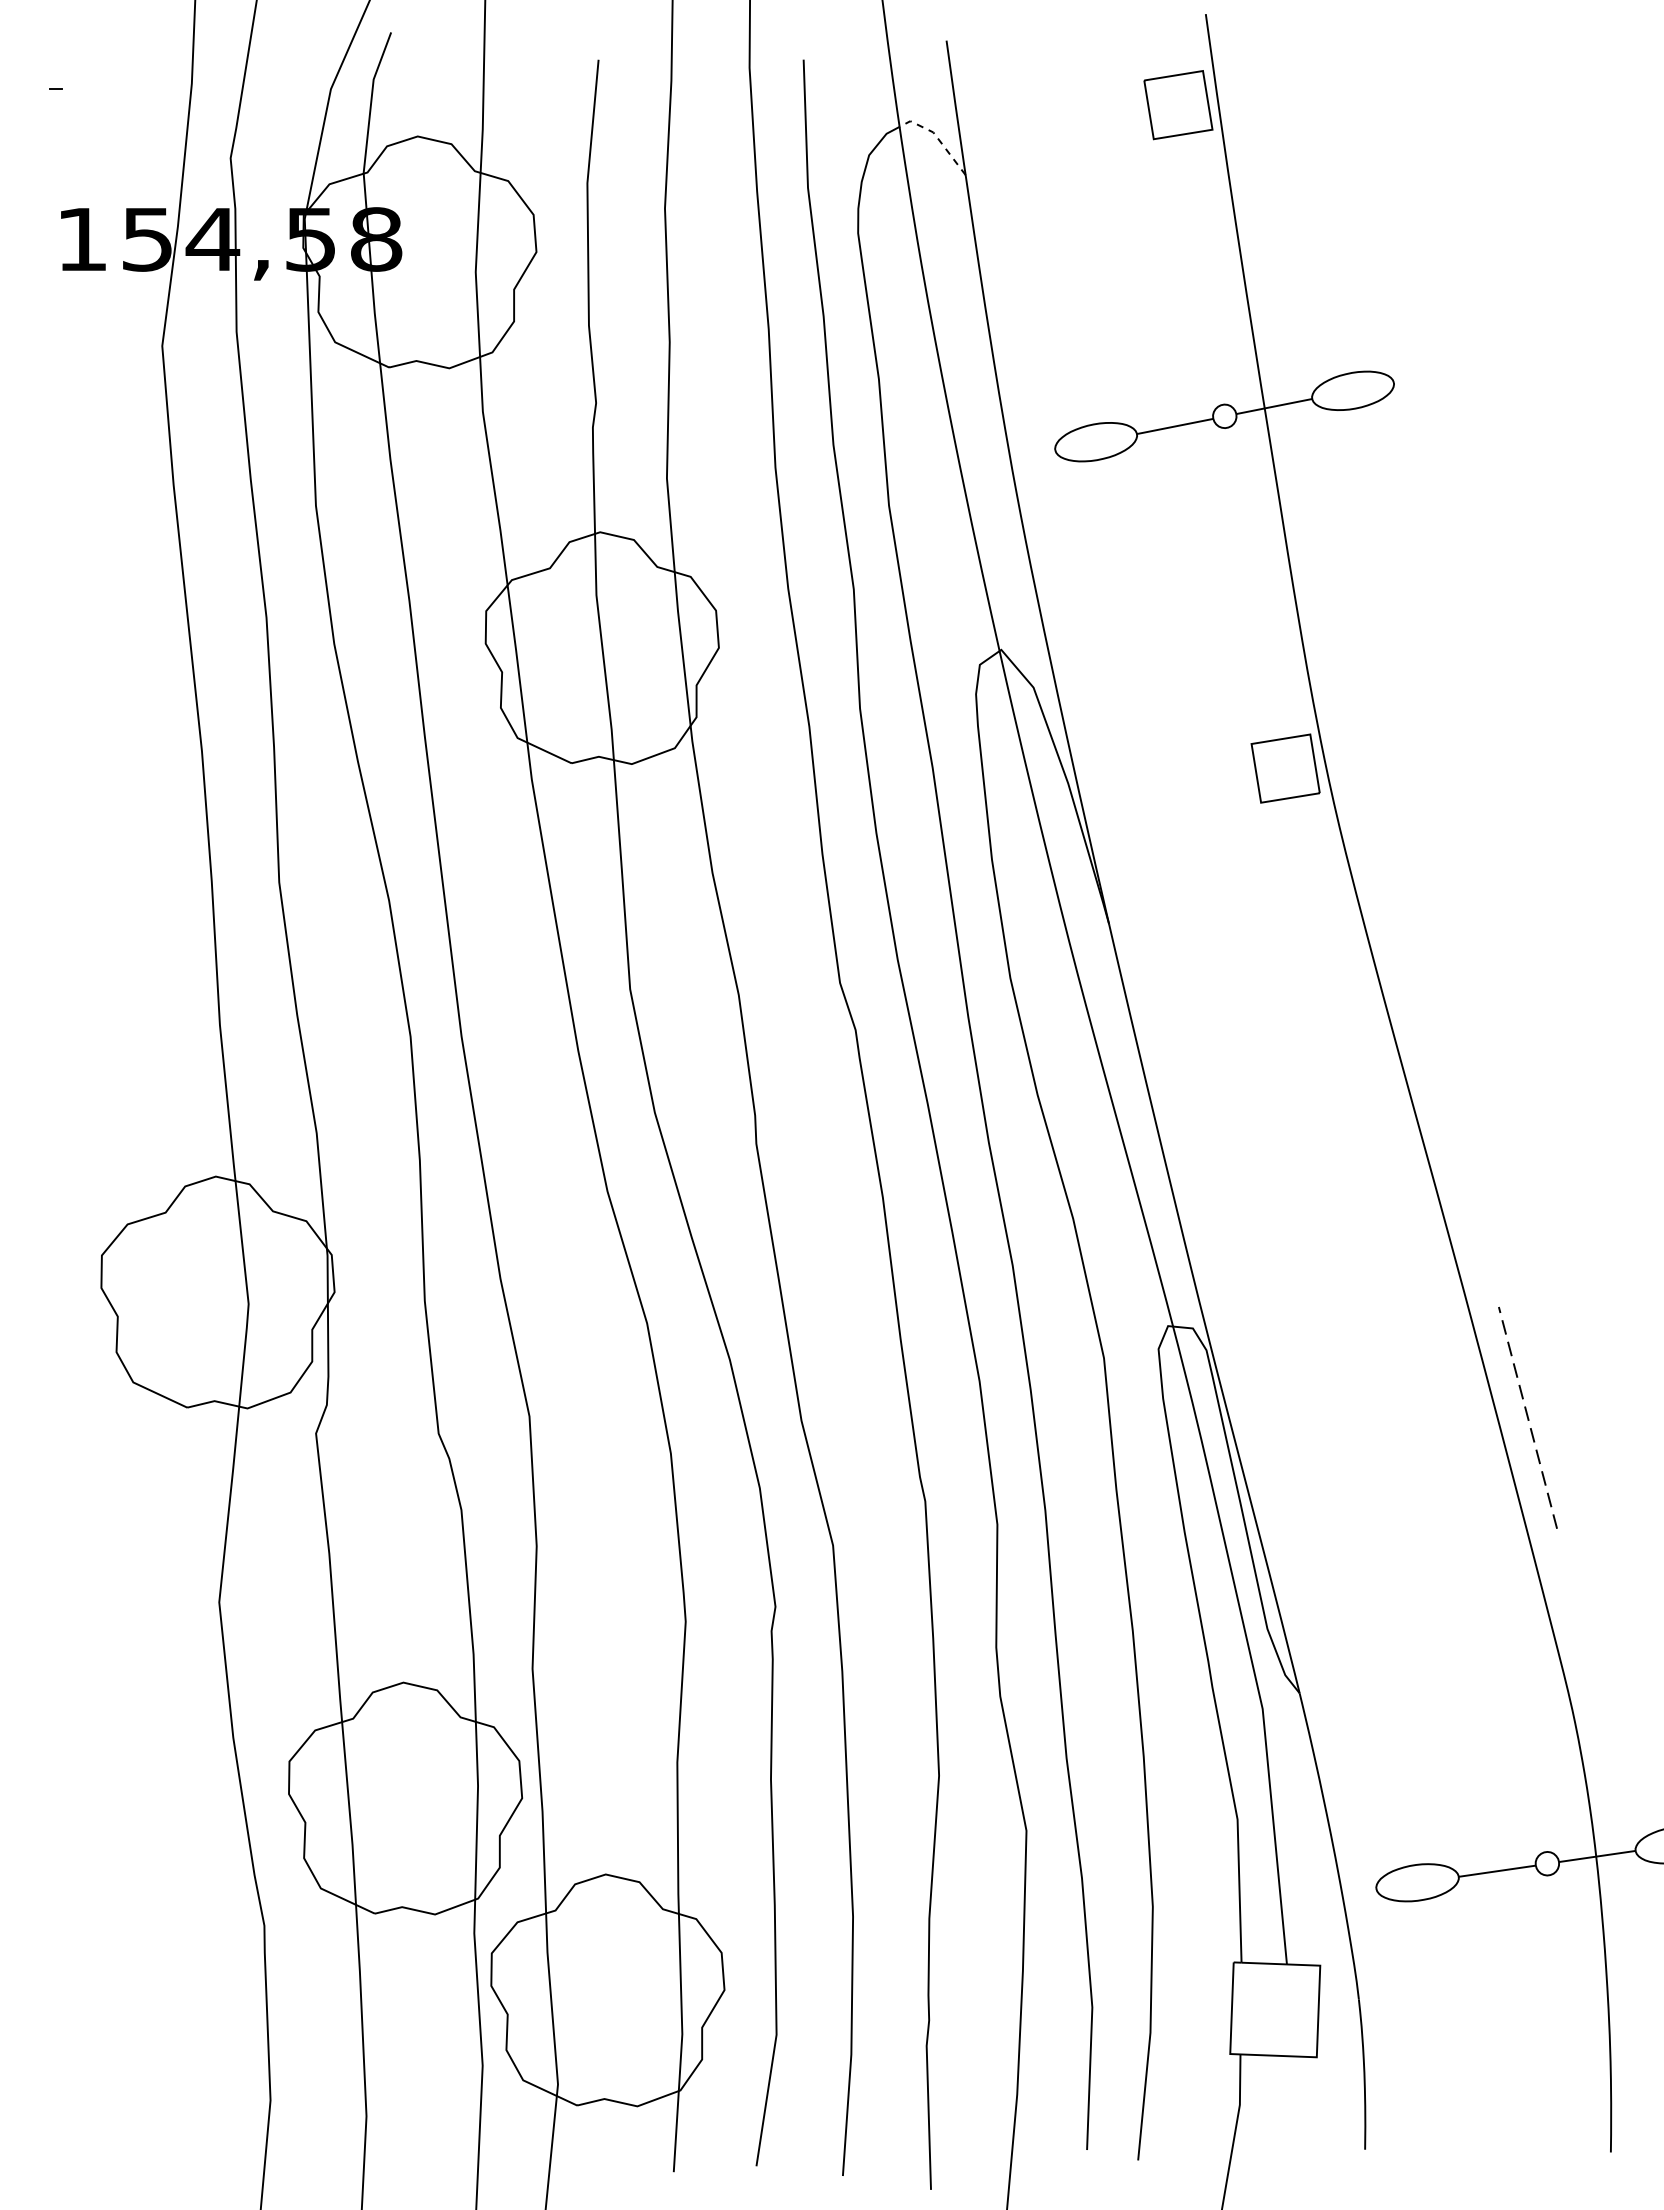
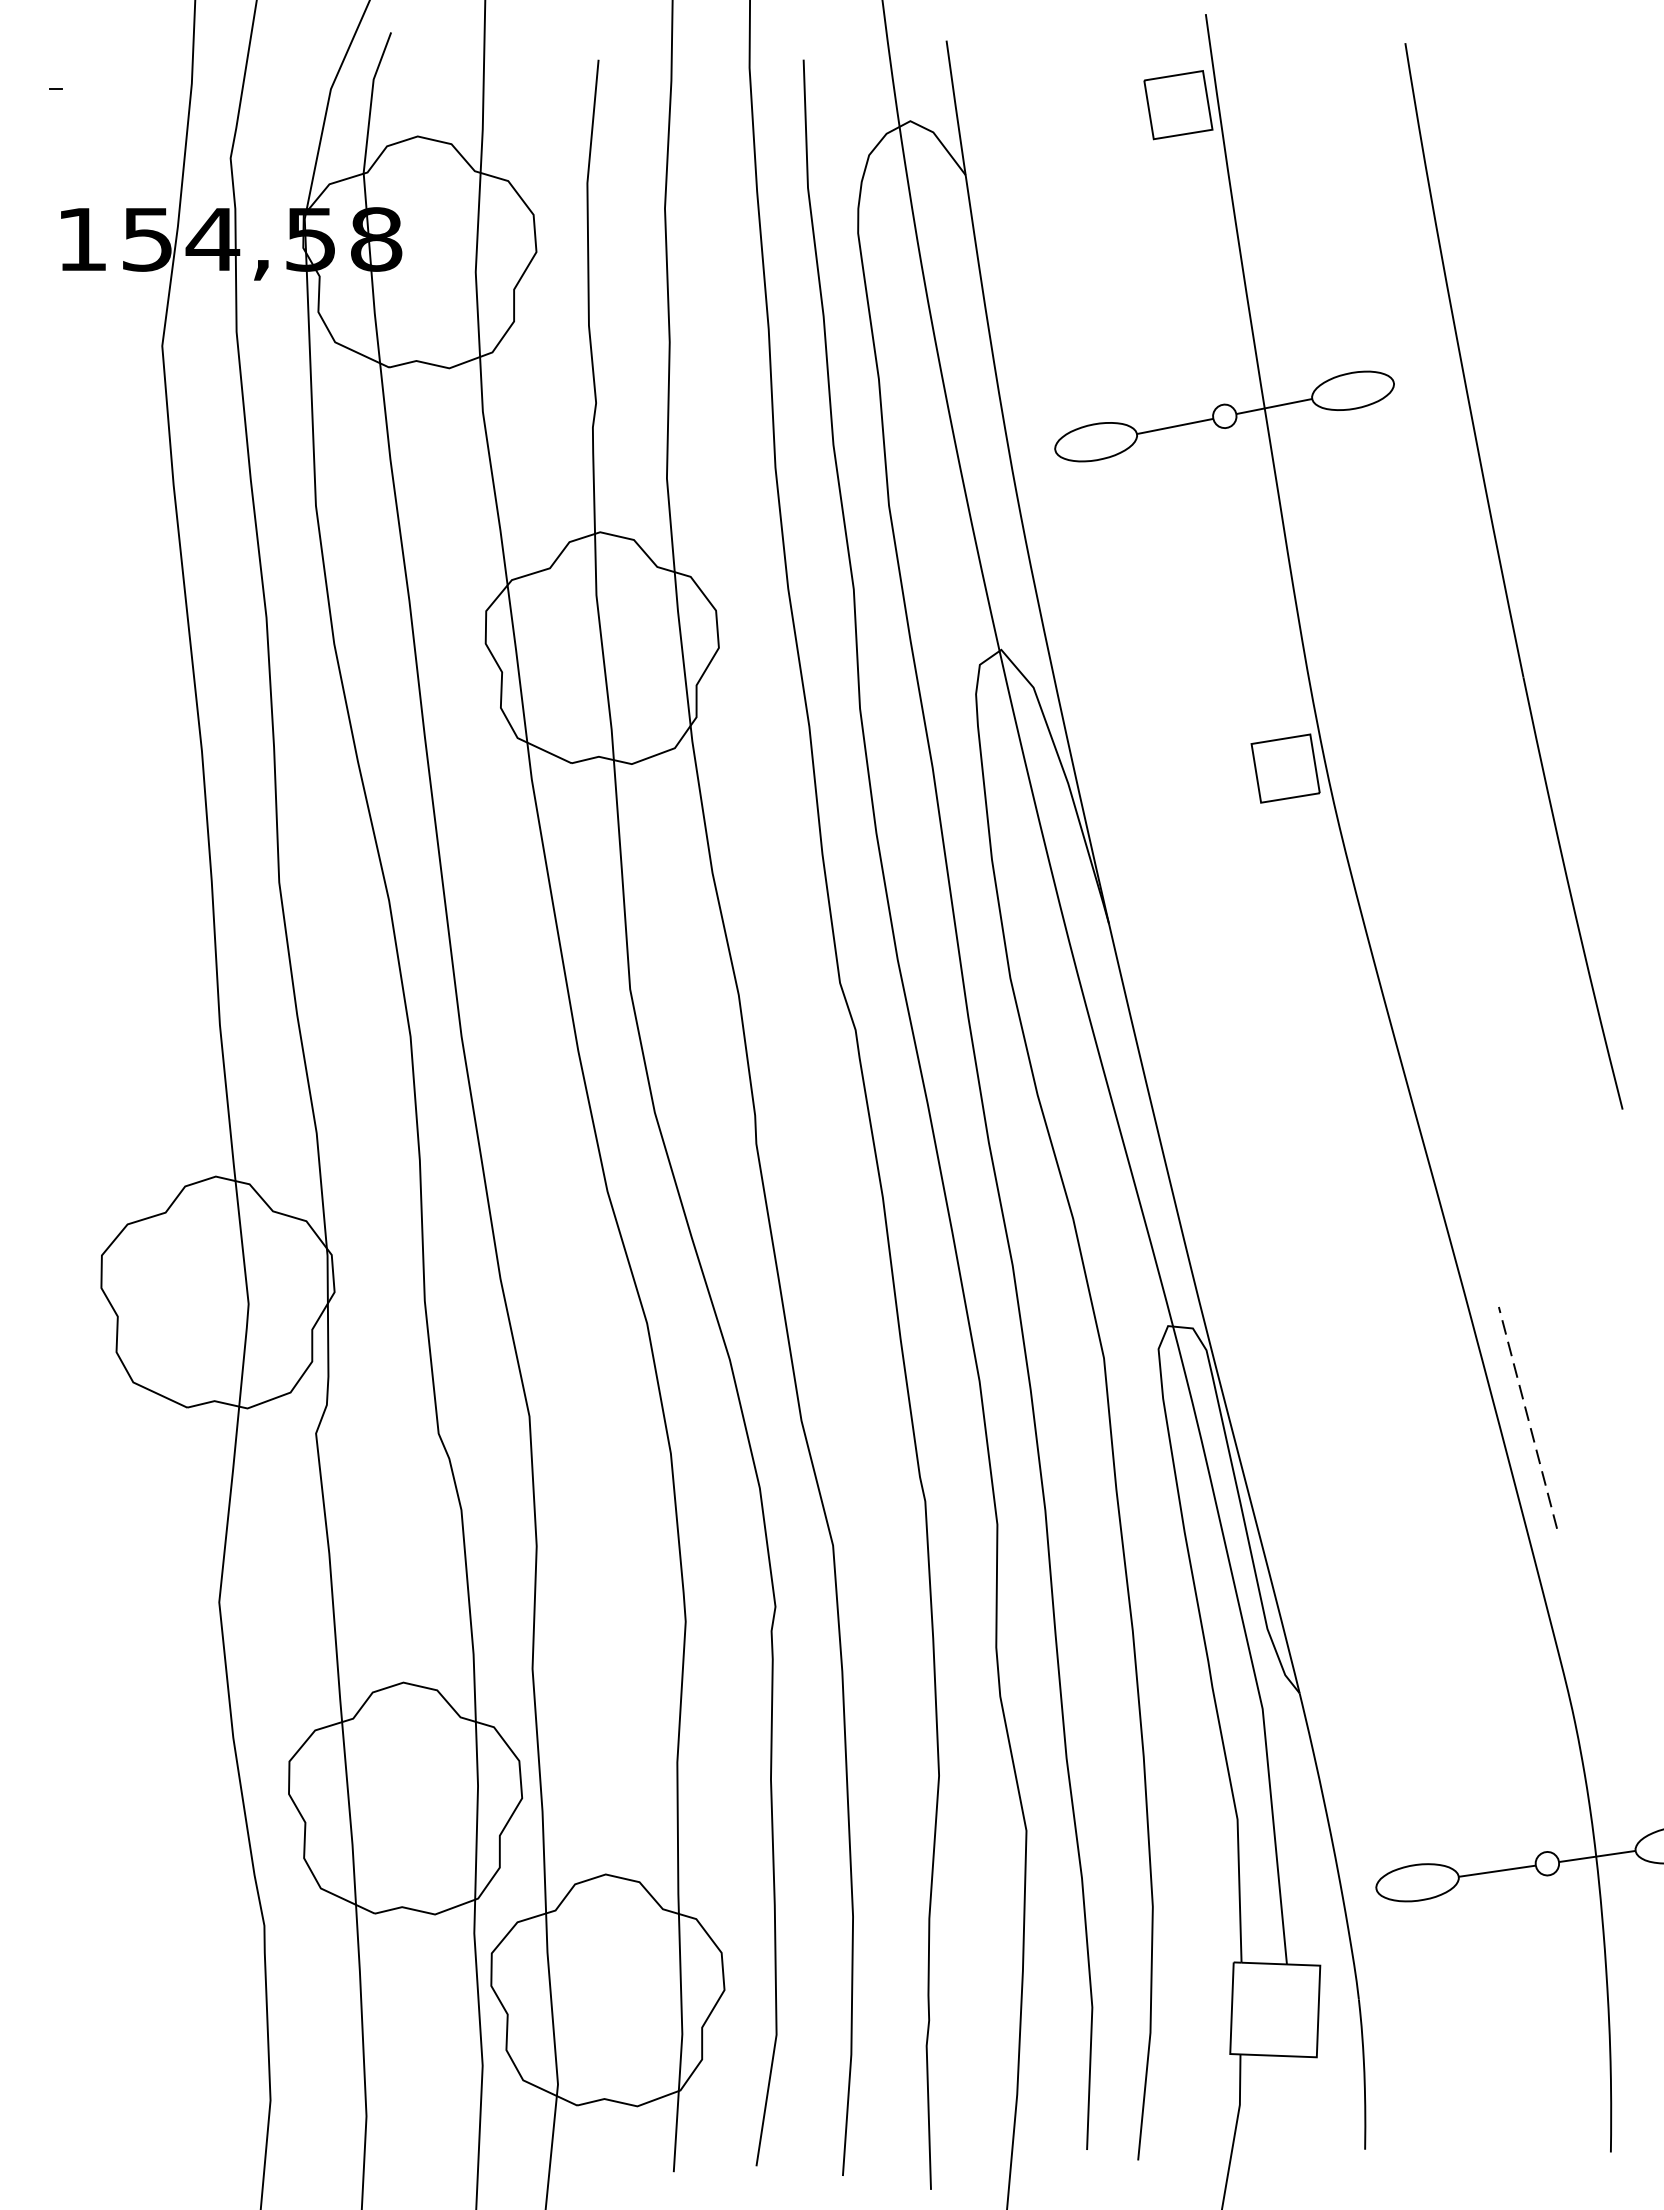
line at (936, 137): dashed -> solid
part at (1504, 578): none -> present
